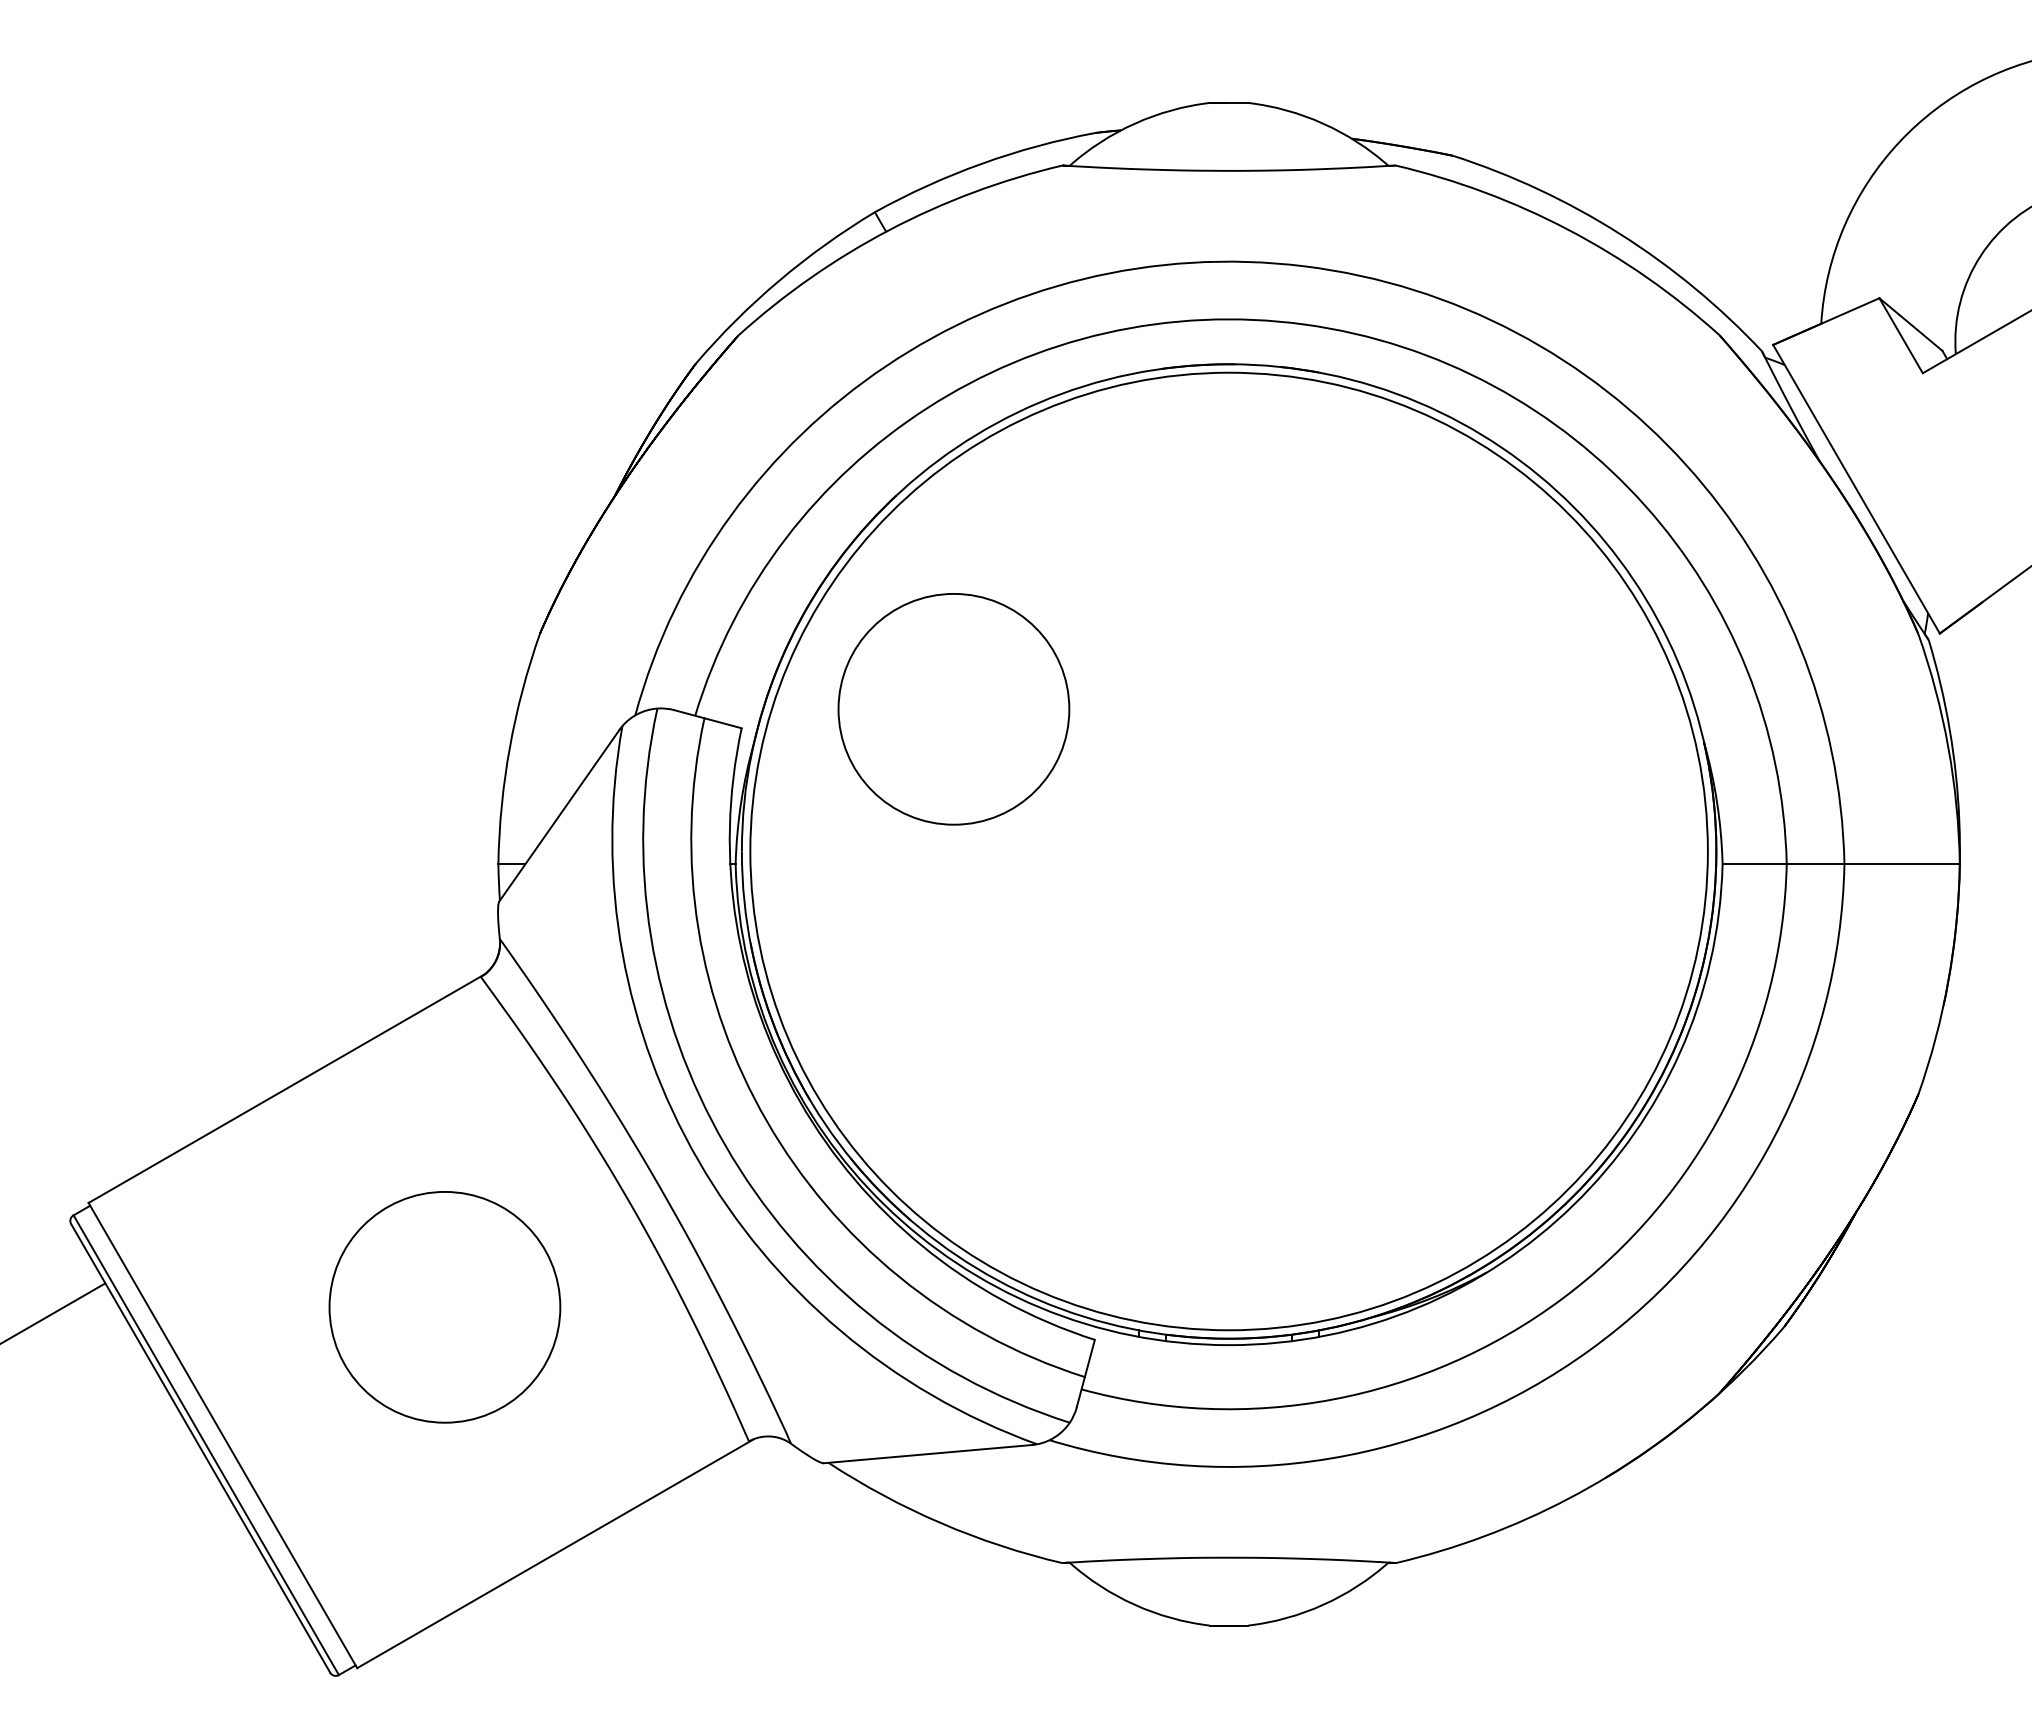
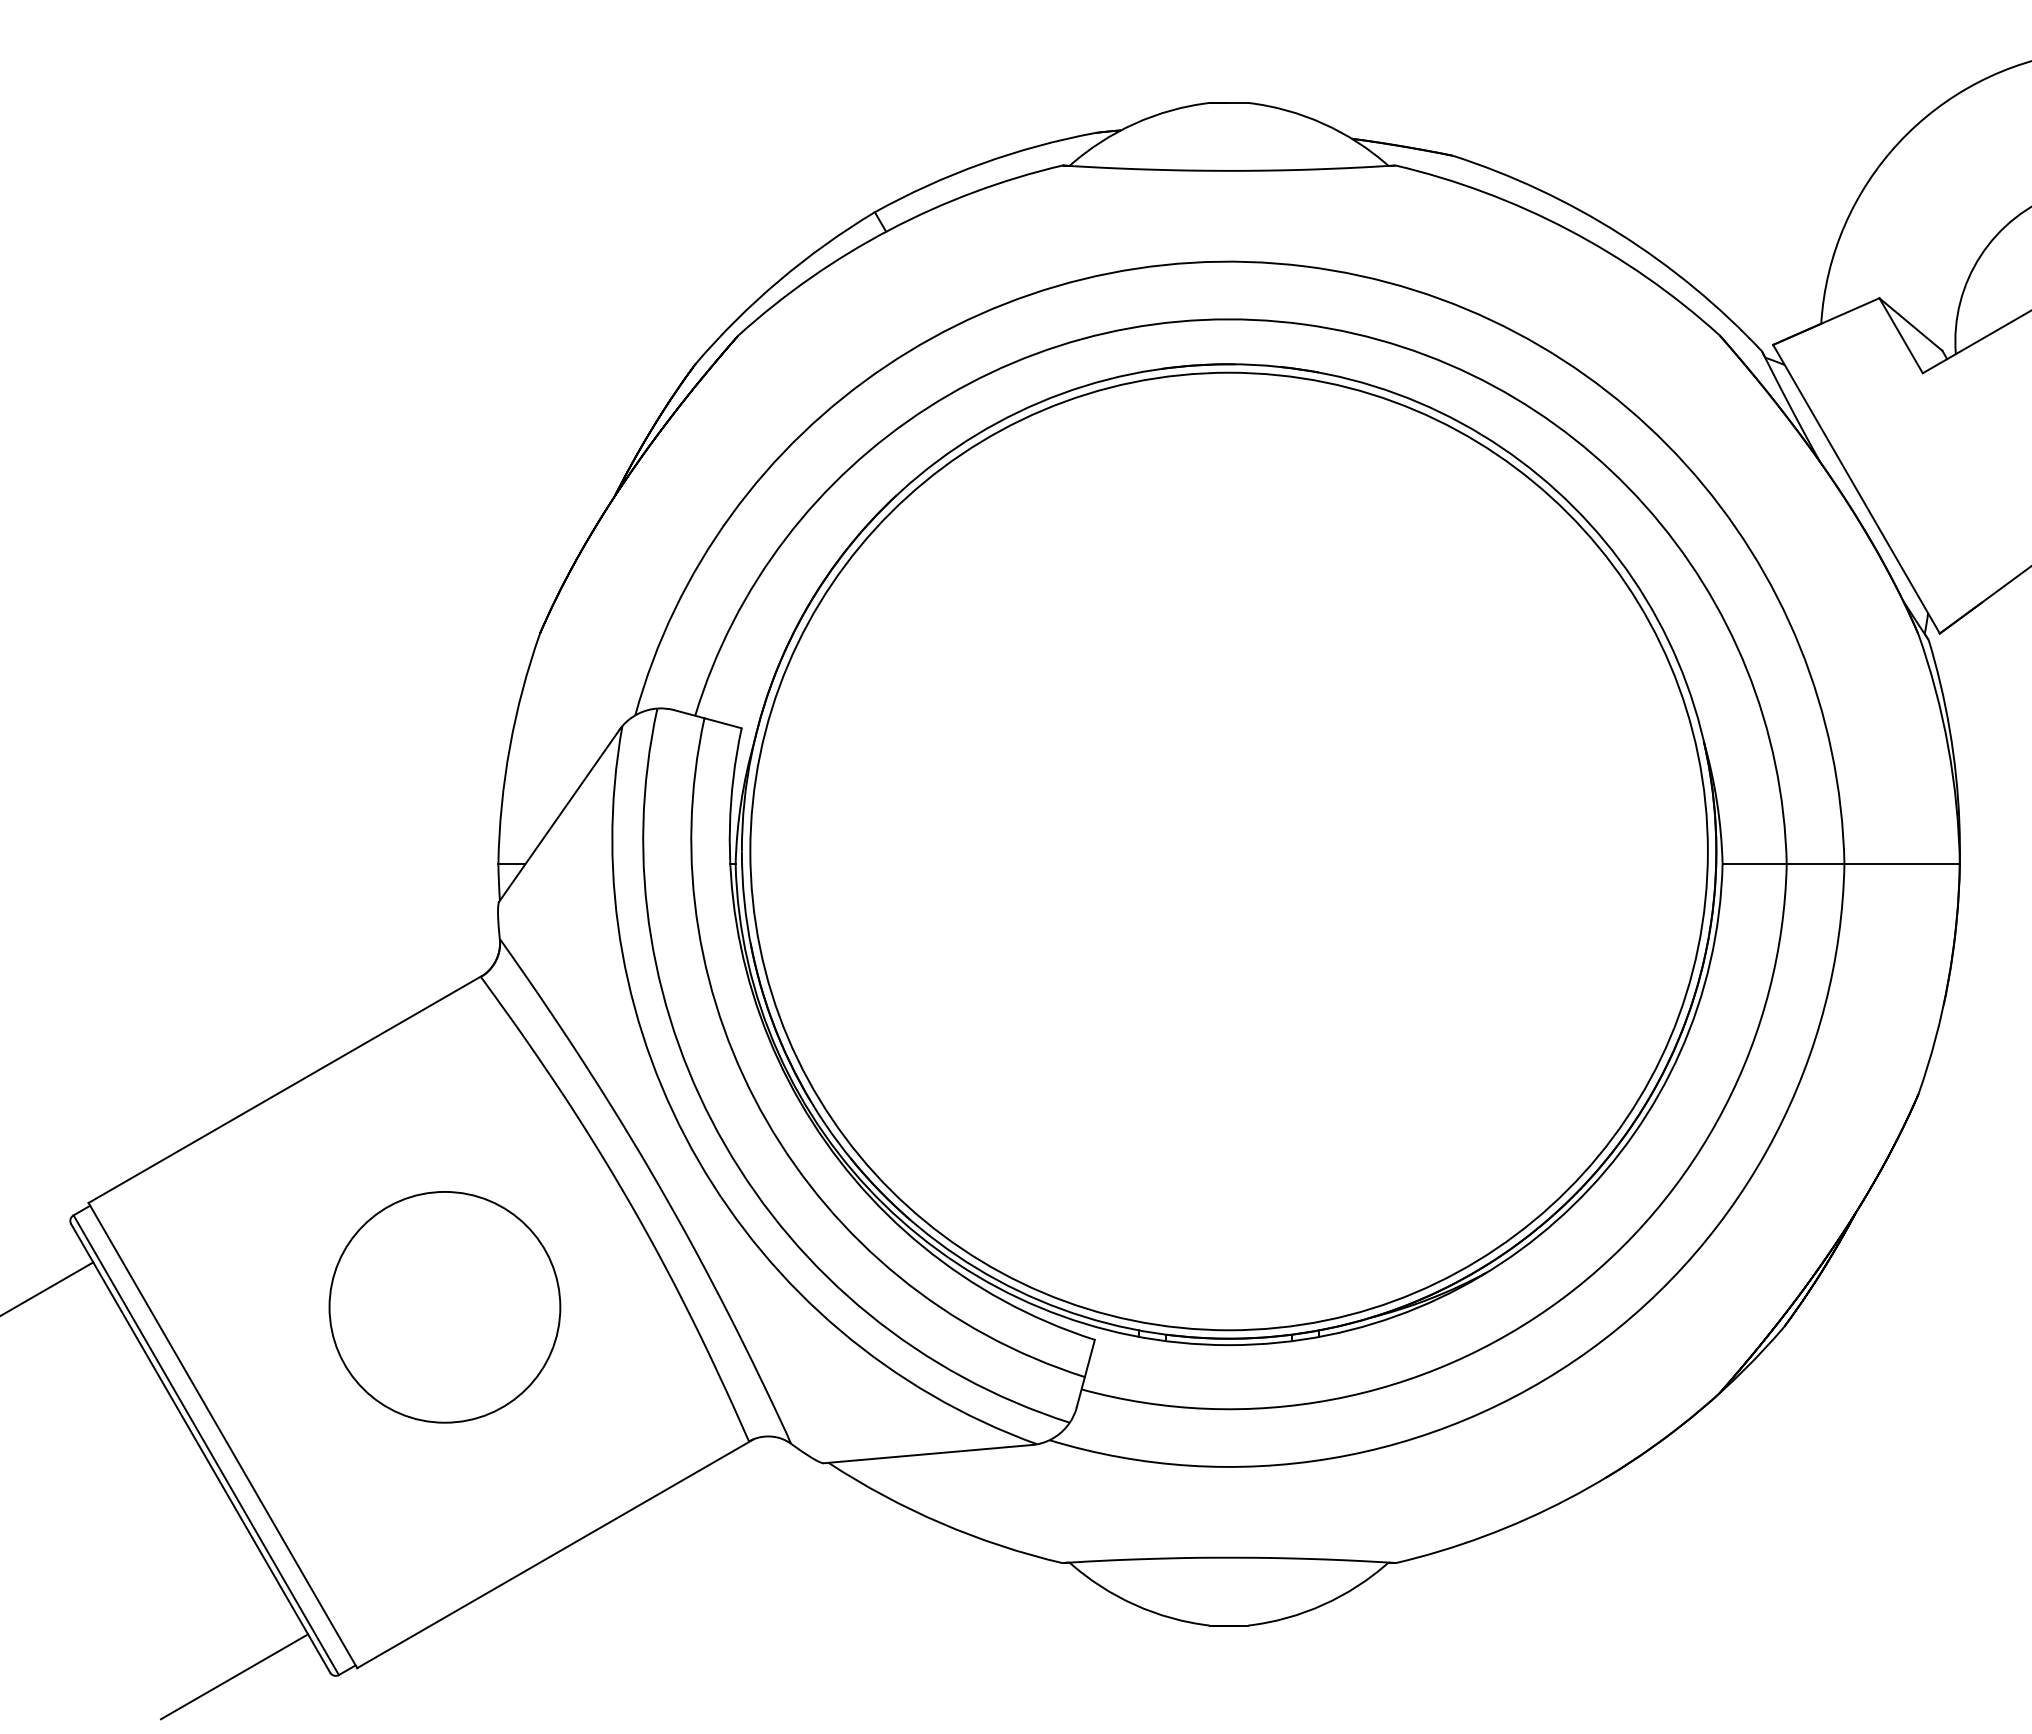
circle at (953, 709): present -> none
line at (53, 1312) position: (53, 1312) -> (47, 1288)
line at (234, 1676): none -> present
